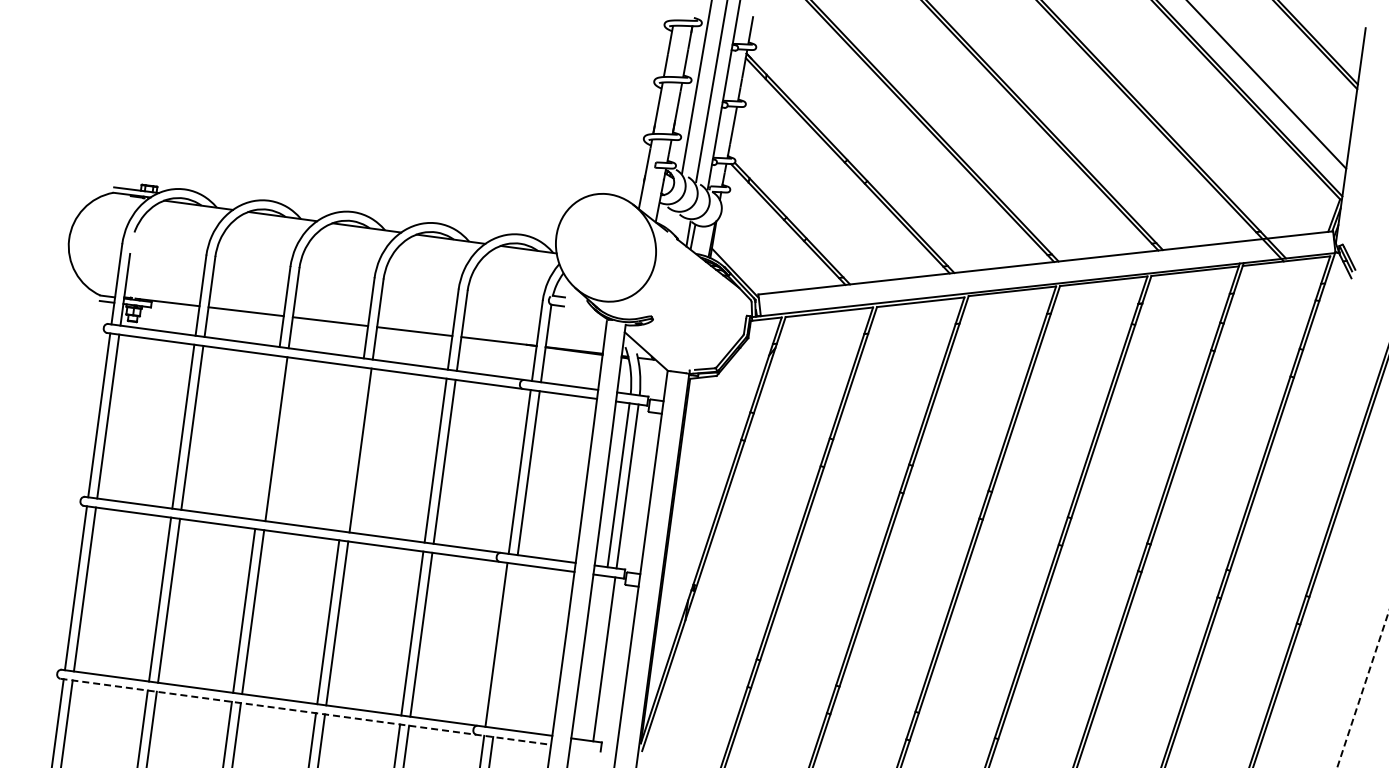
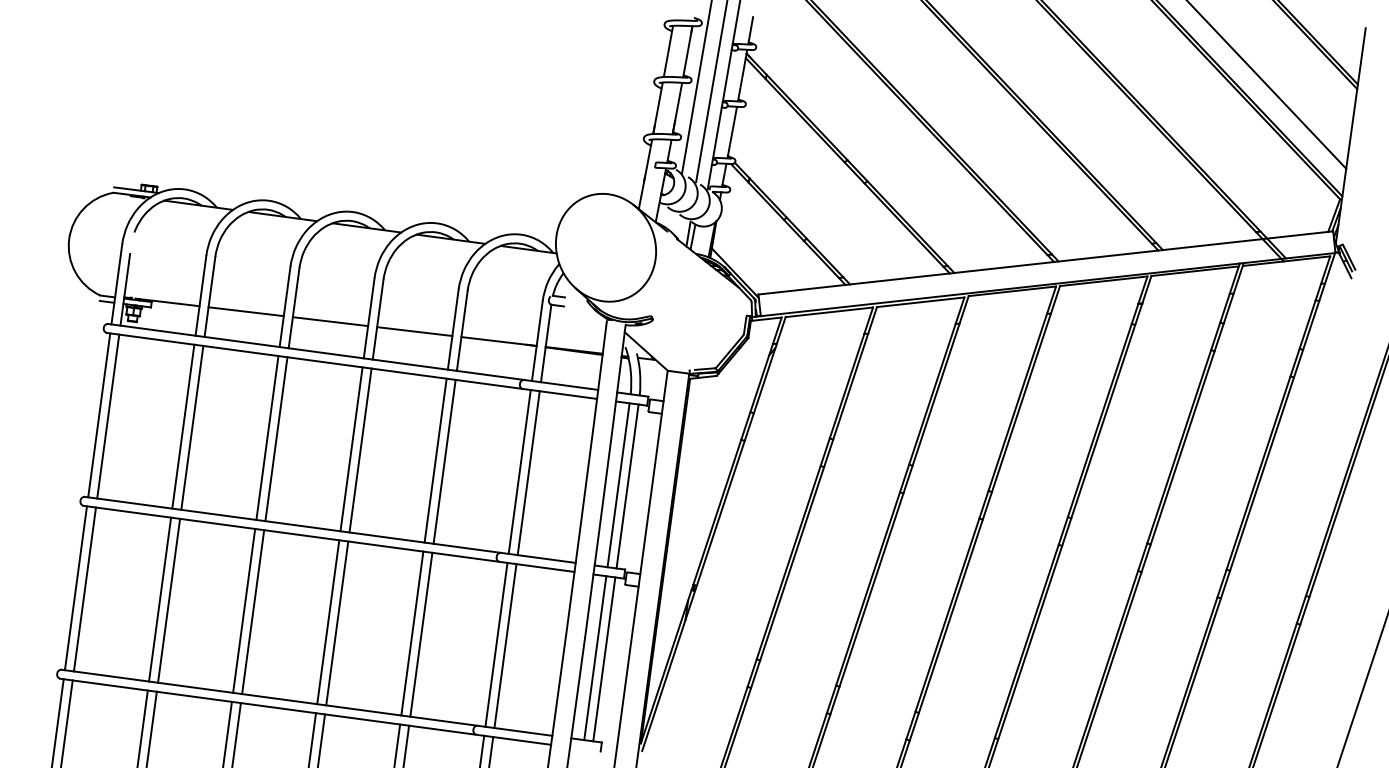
line at (267, 437): none -> present
line at (351, 449): none -> present
line at (505, 646): none -> present
line at (595, 658): none -> present
line at (1362, 689): dashed -> solid
line at (305, 711): dashed -> solid
